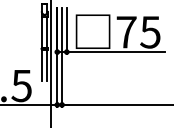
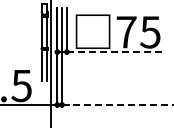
line at (115, 52): solid -> dashed
line at (118, 104): solid -> dashed
